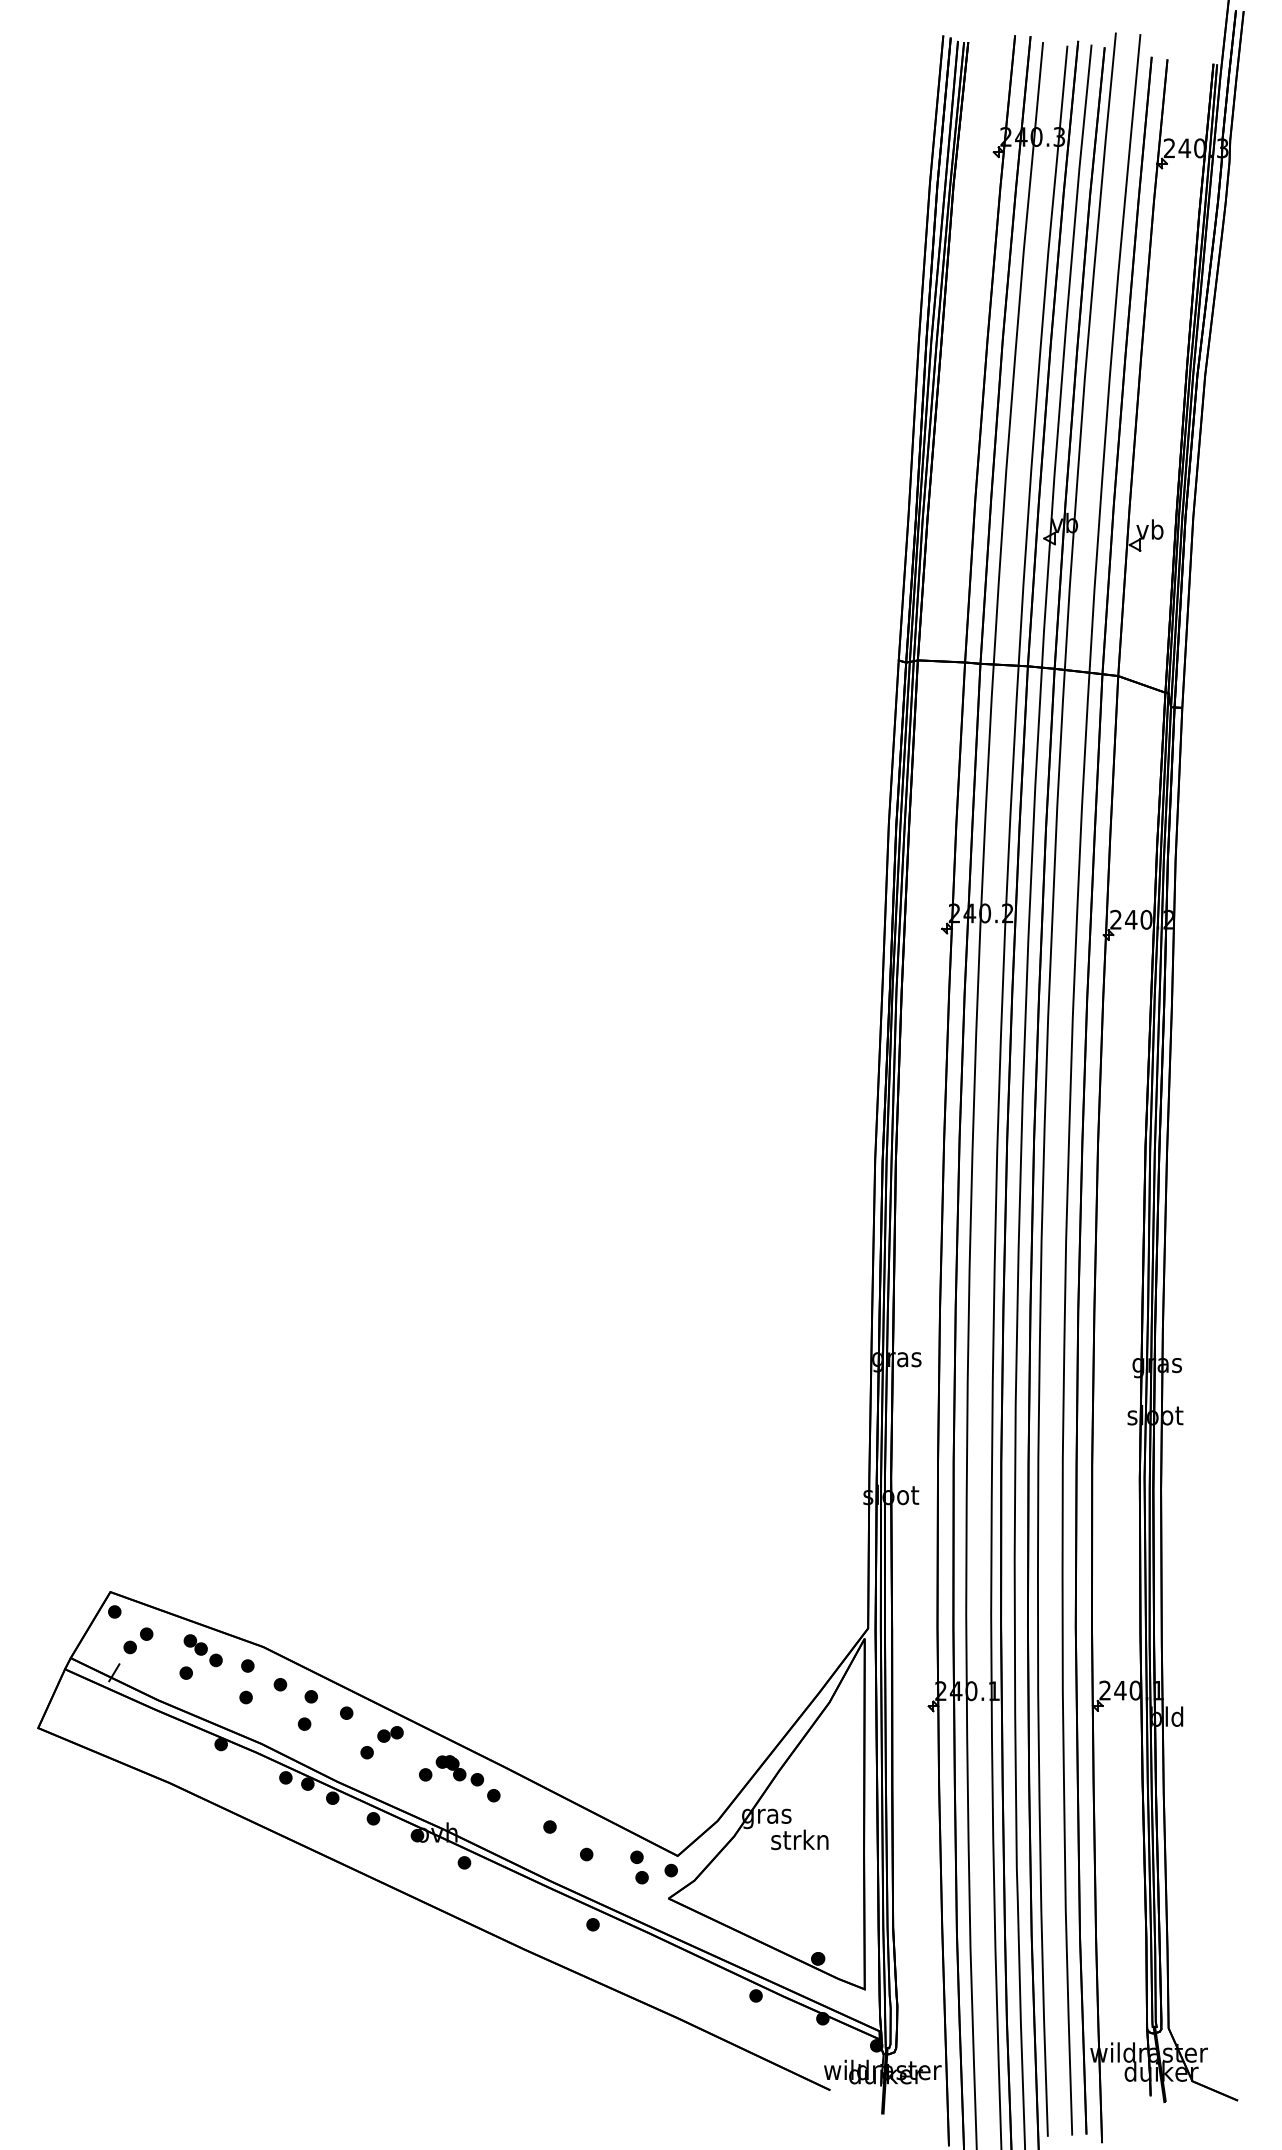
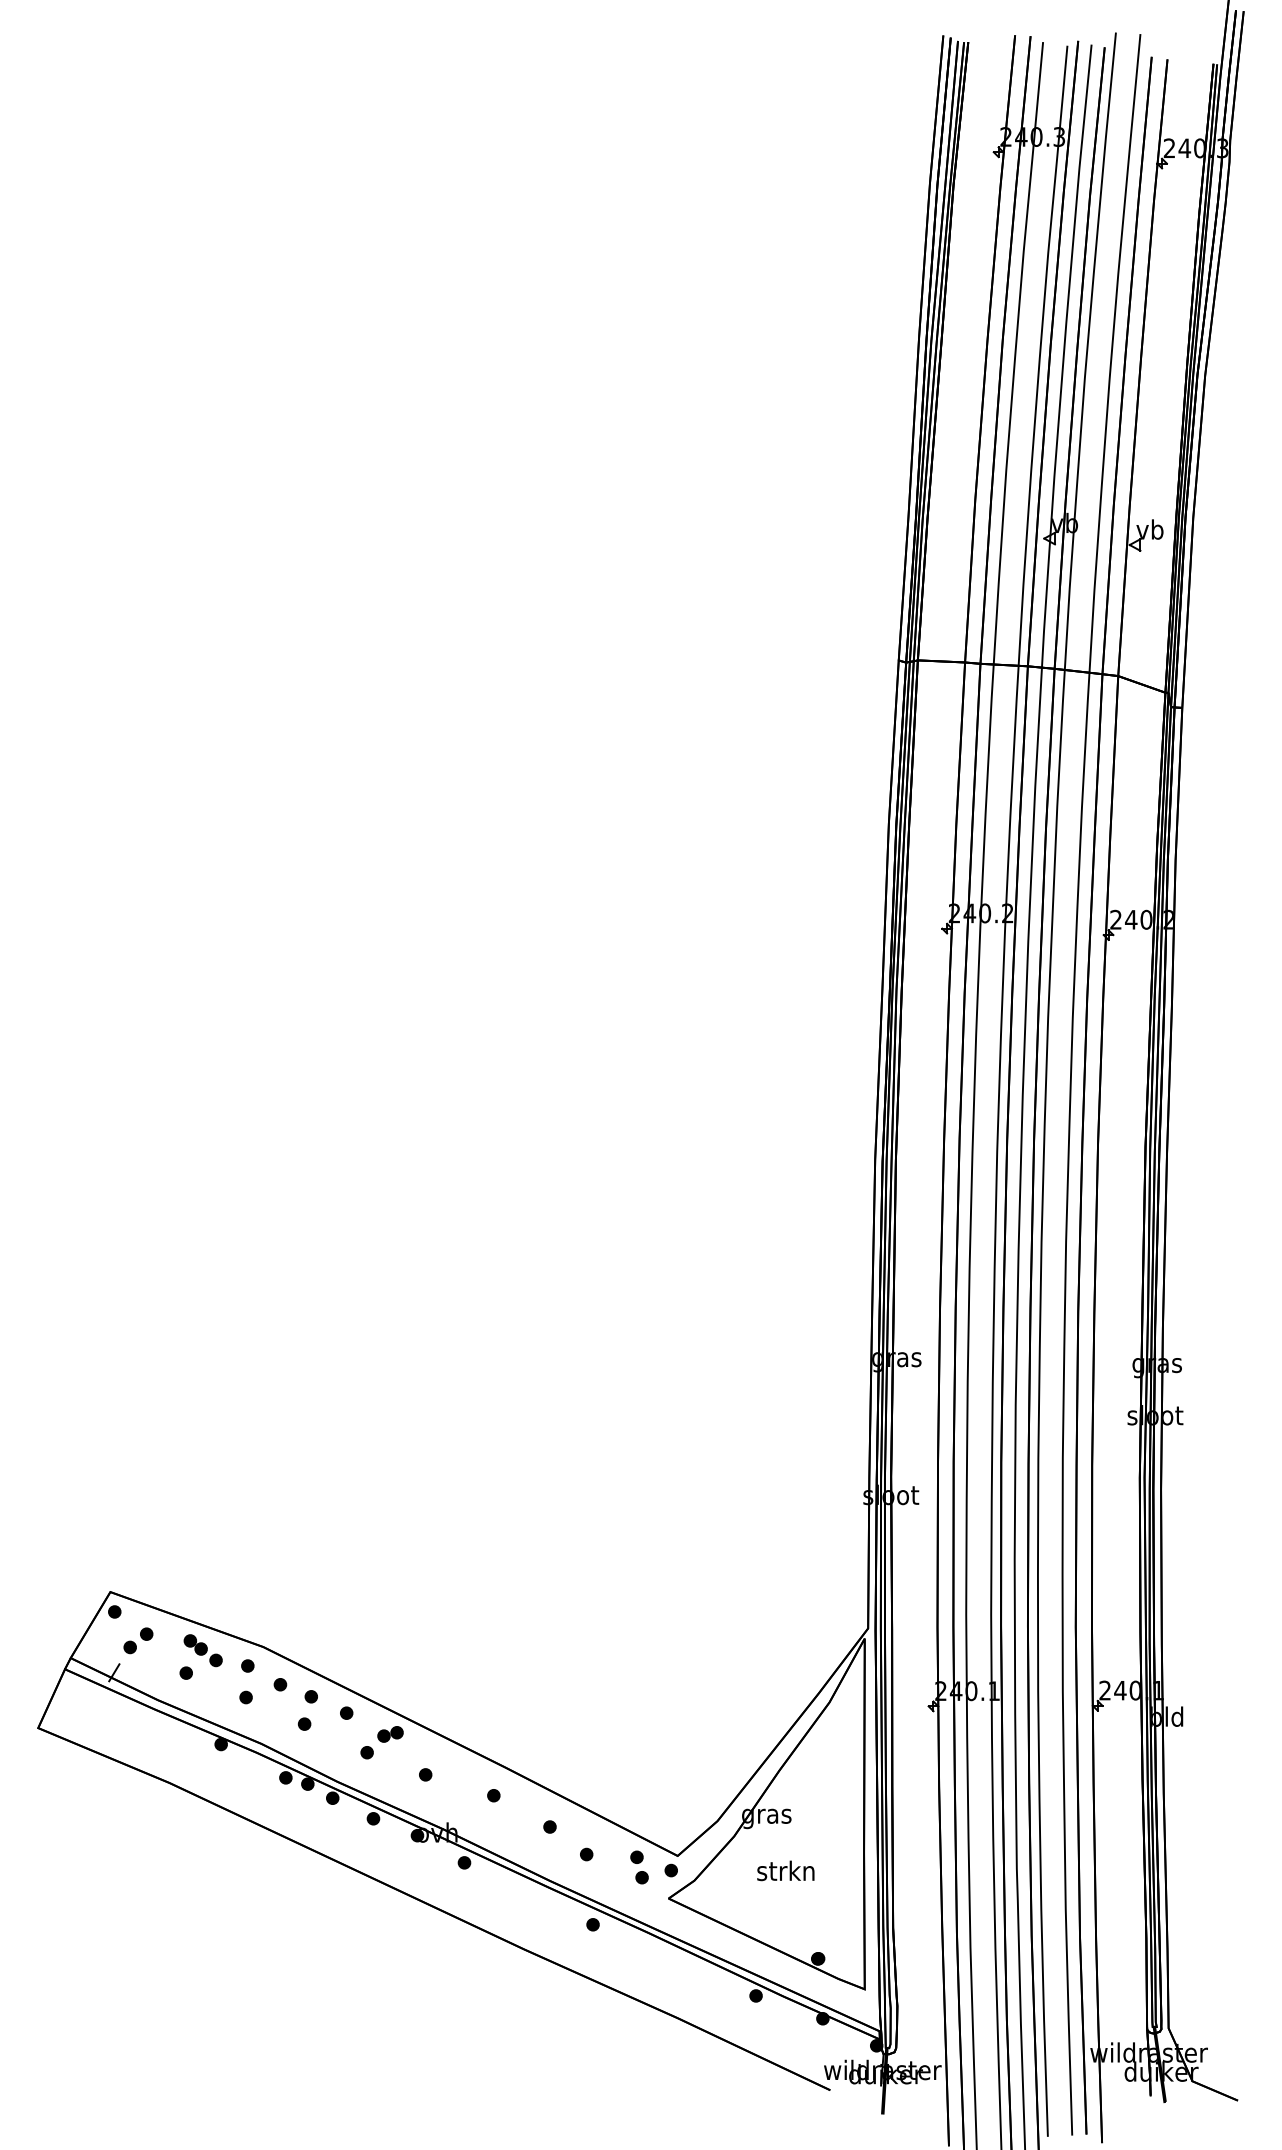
part at (459, 1770): present -> none
text at (799, 1839) position: (799, 1839) -> (785, 1870)
